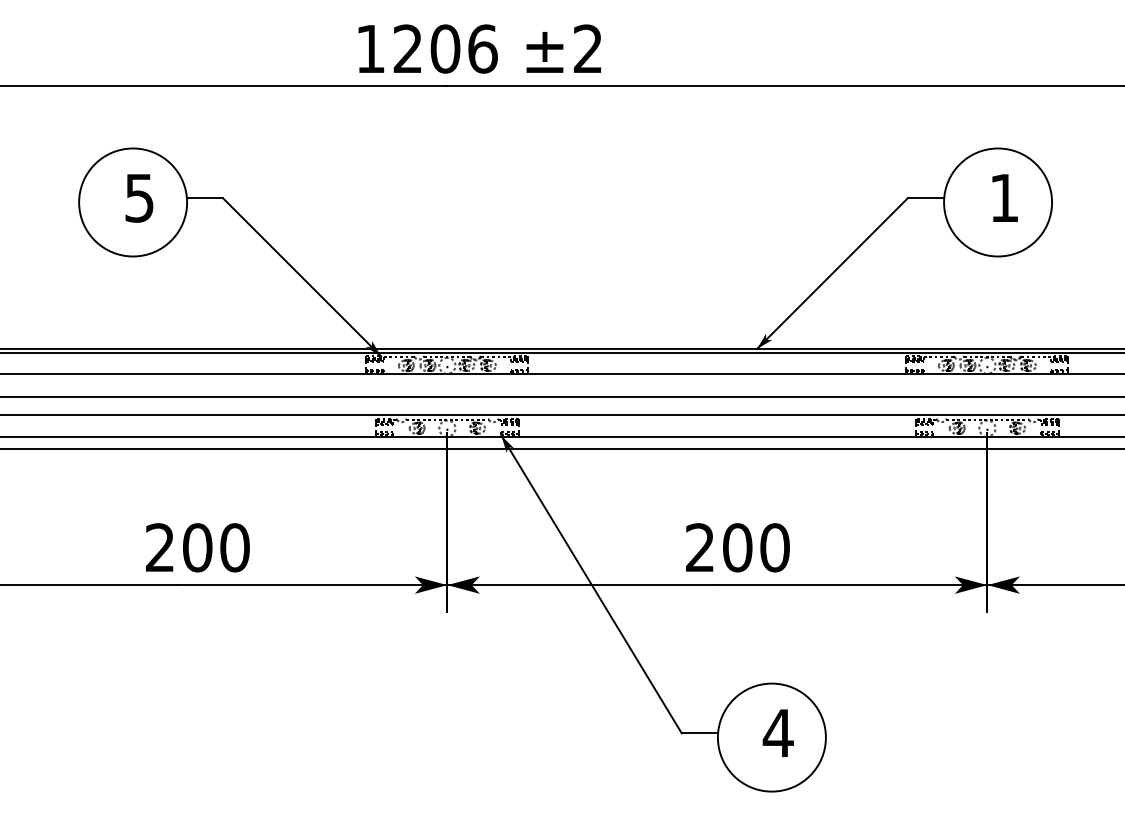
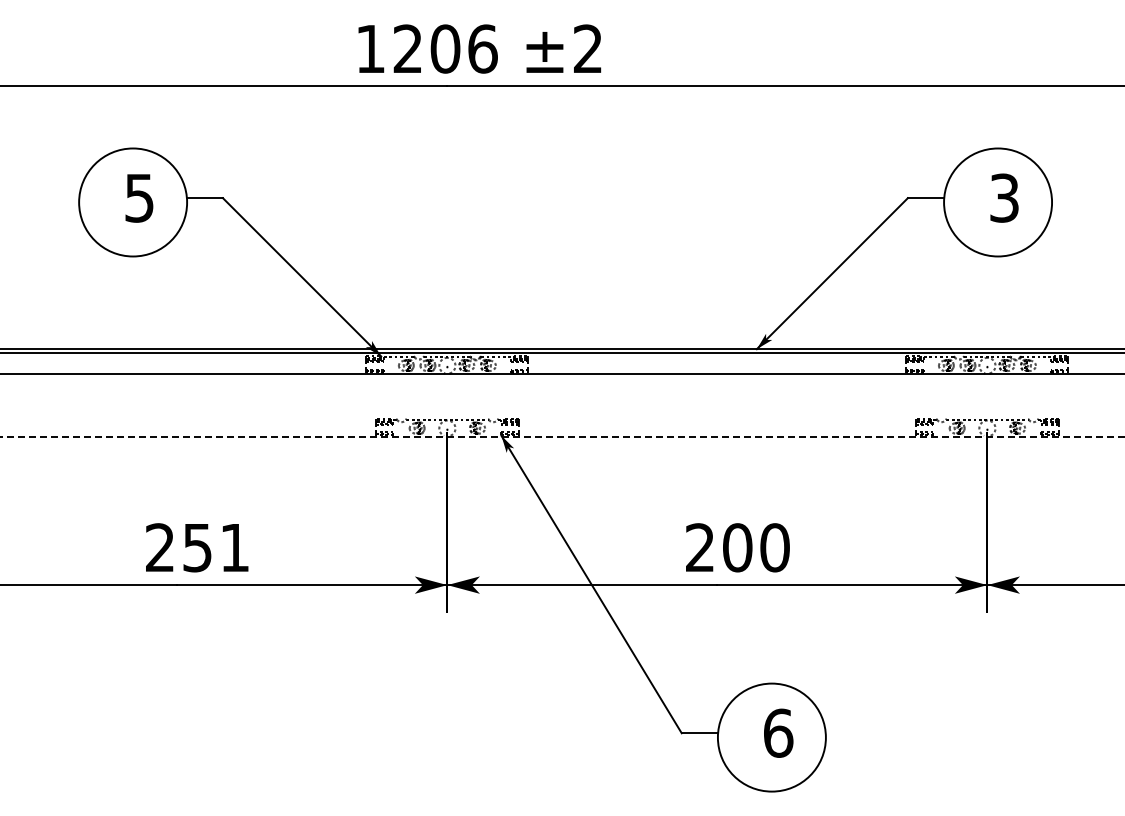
text at (1004, 197): 1 -> 3
line at (561, 397): present -> none
line at (561, 415): present -> none
line at (562, 436): solid -> dashed
line at (561, 448): present -> none
text at (216, 547): 200 -> 251
text at (777, 732): 4 -> 6
